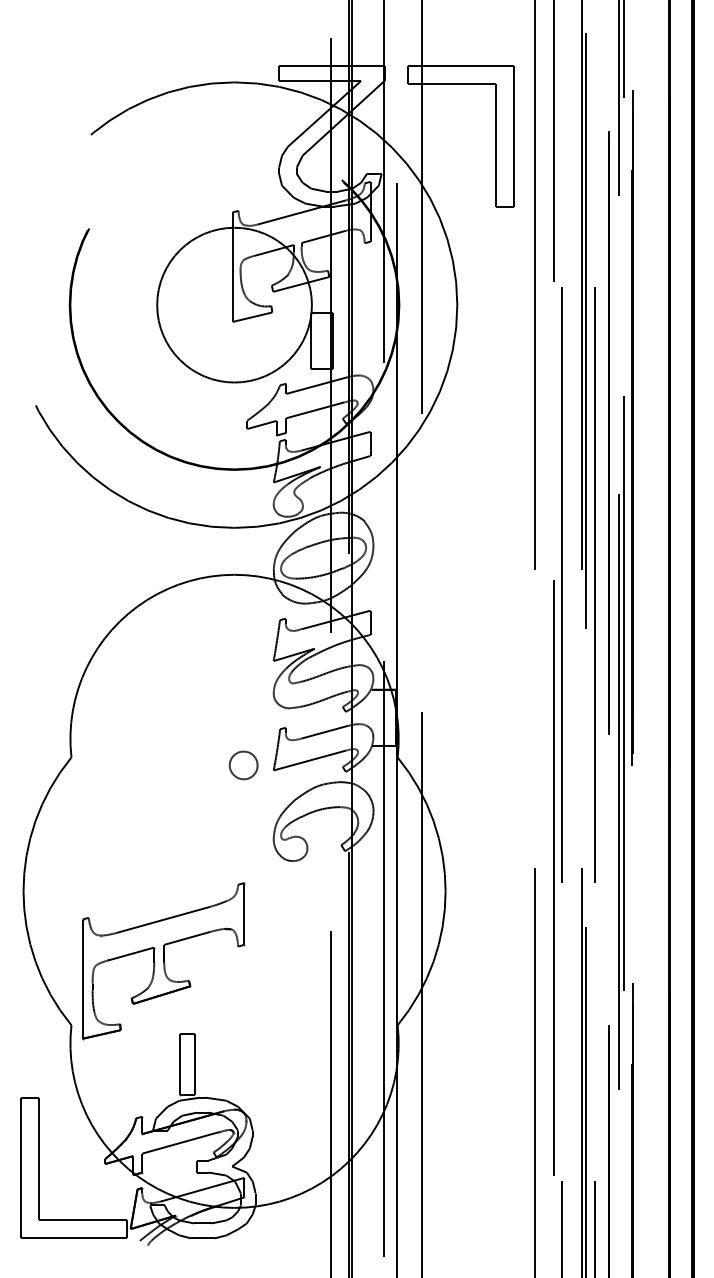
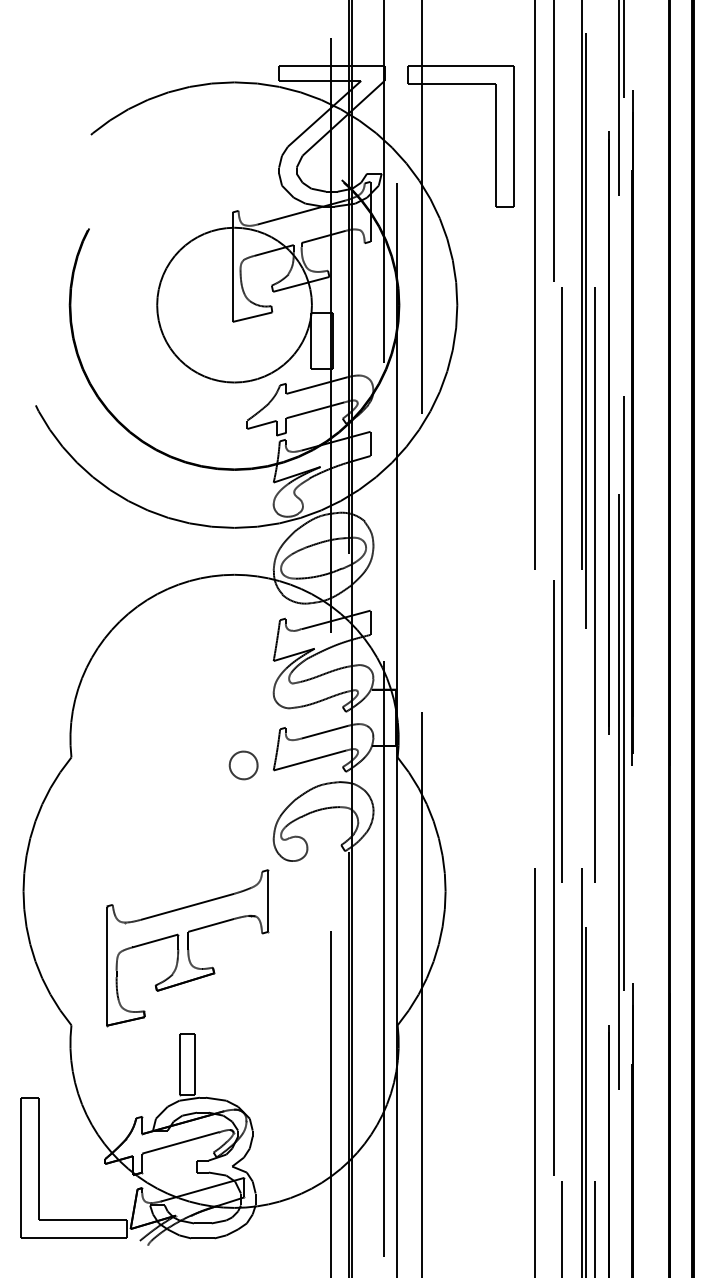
part at (163, 961) position: (163, 961) -> (187, 948)
